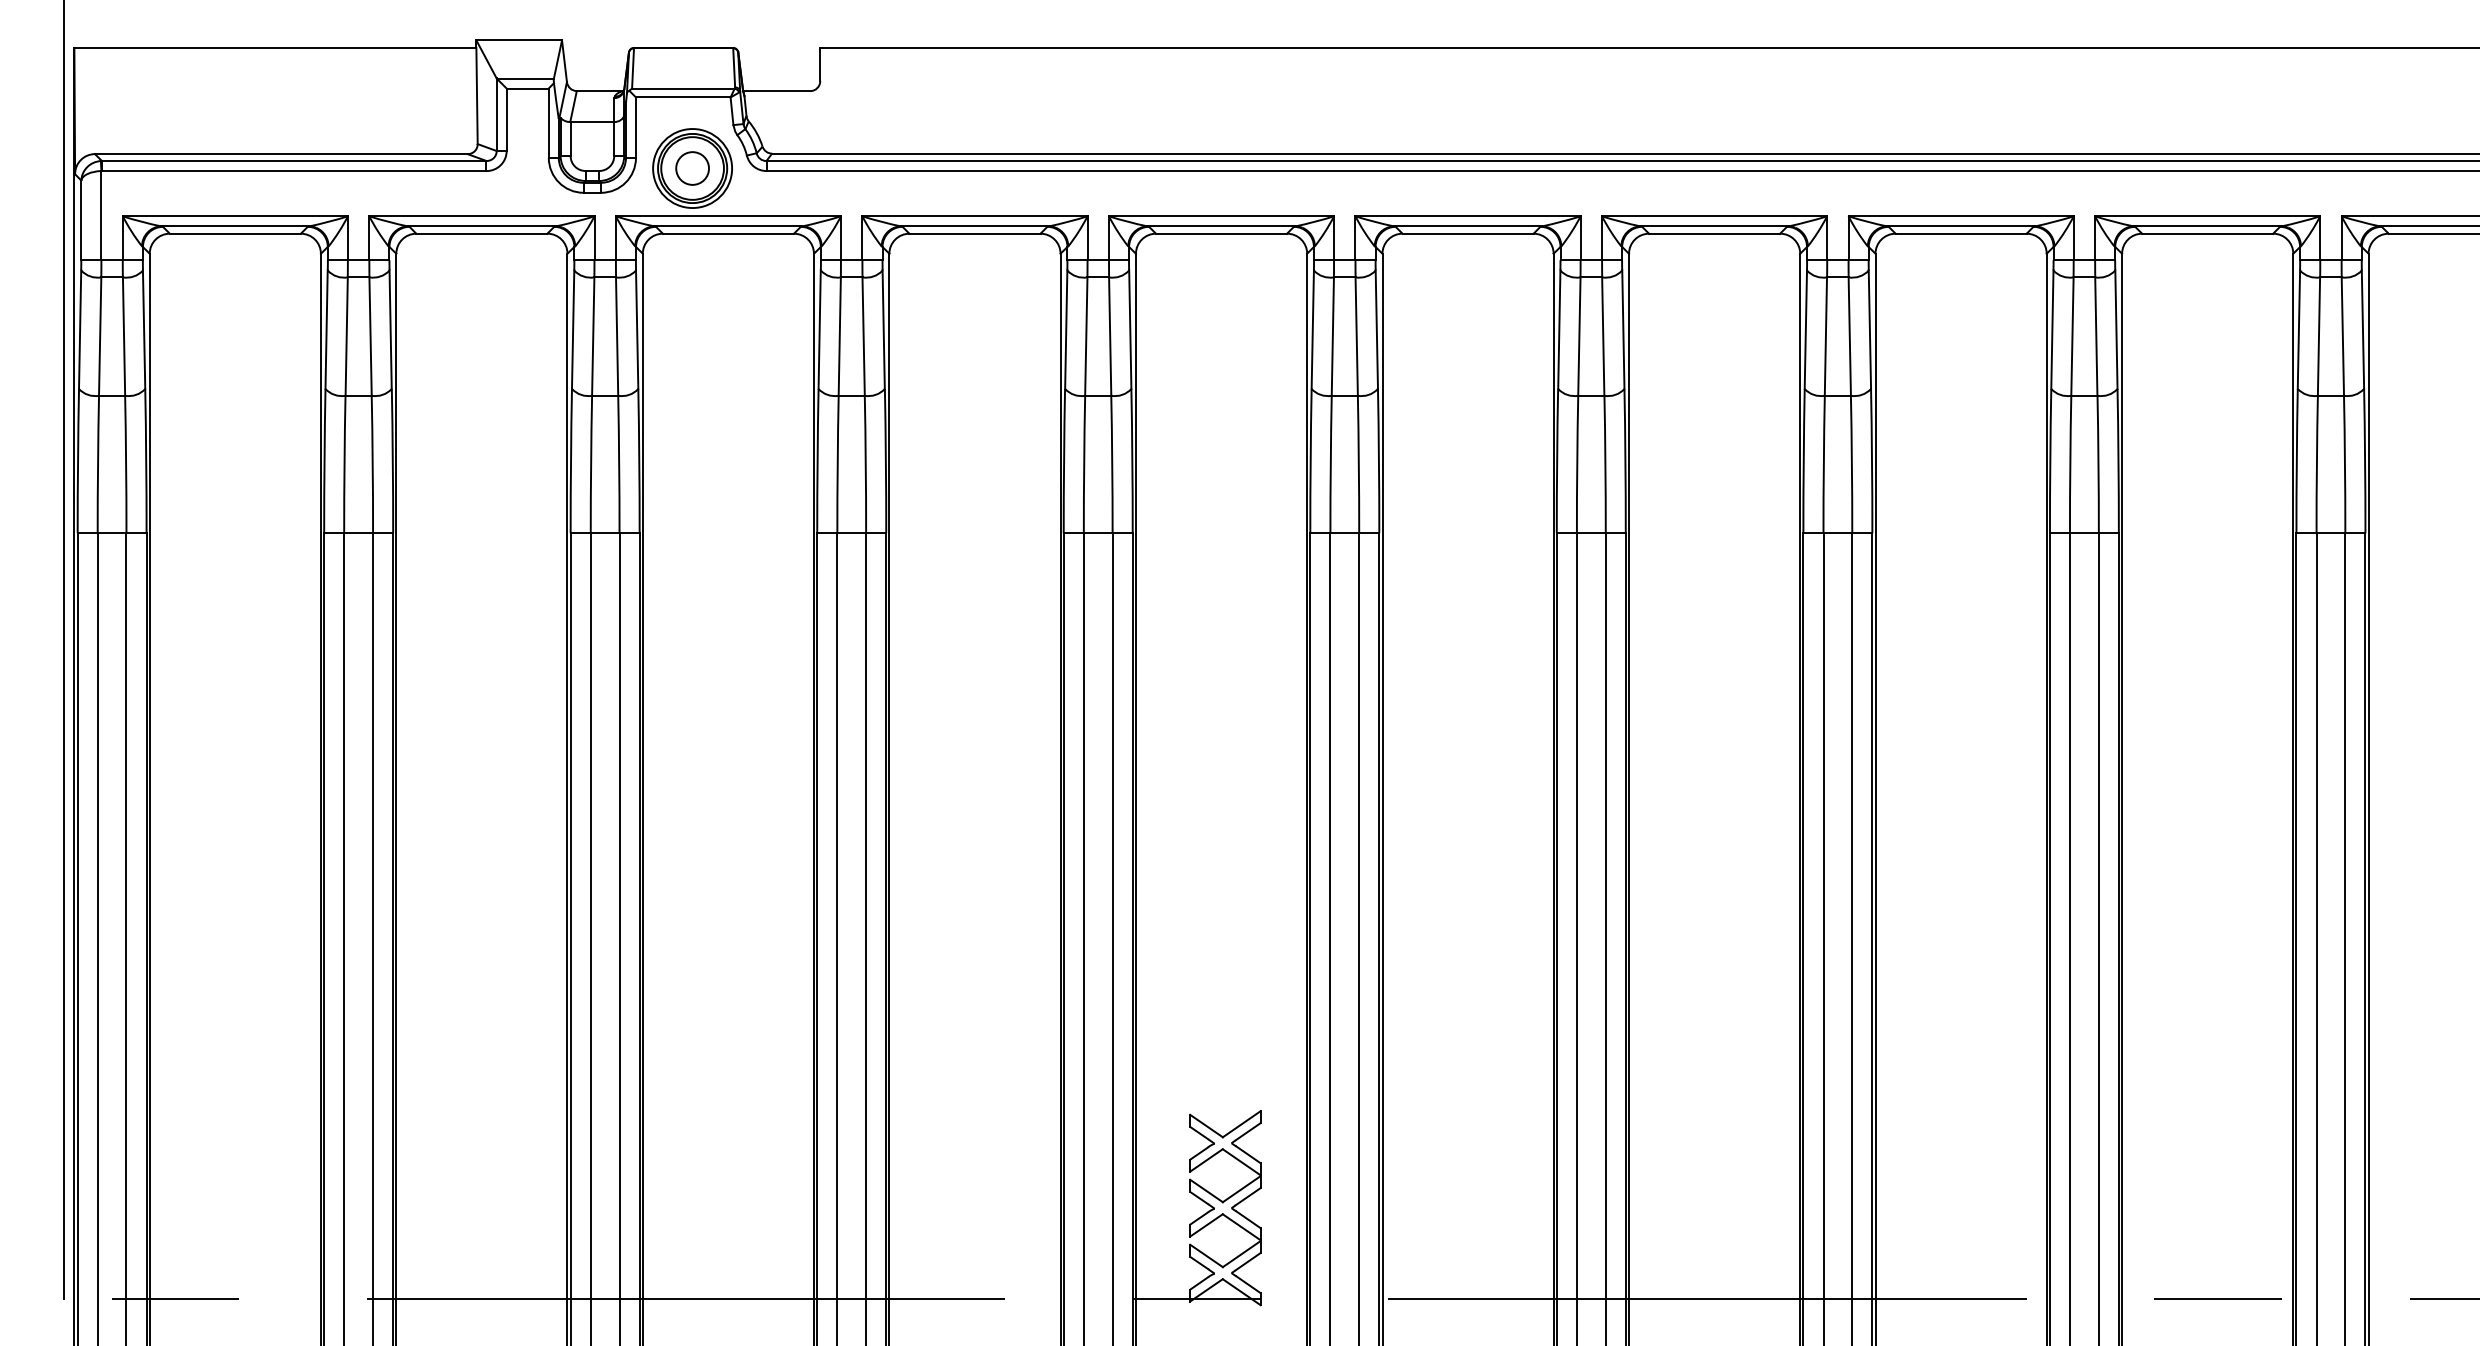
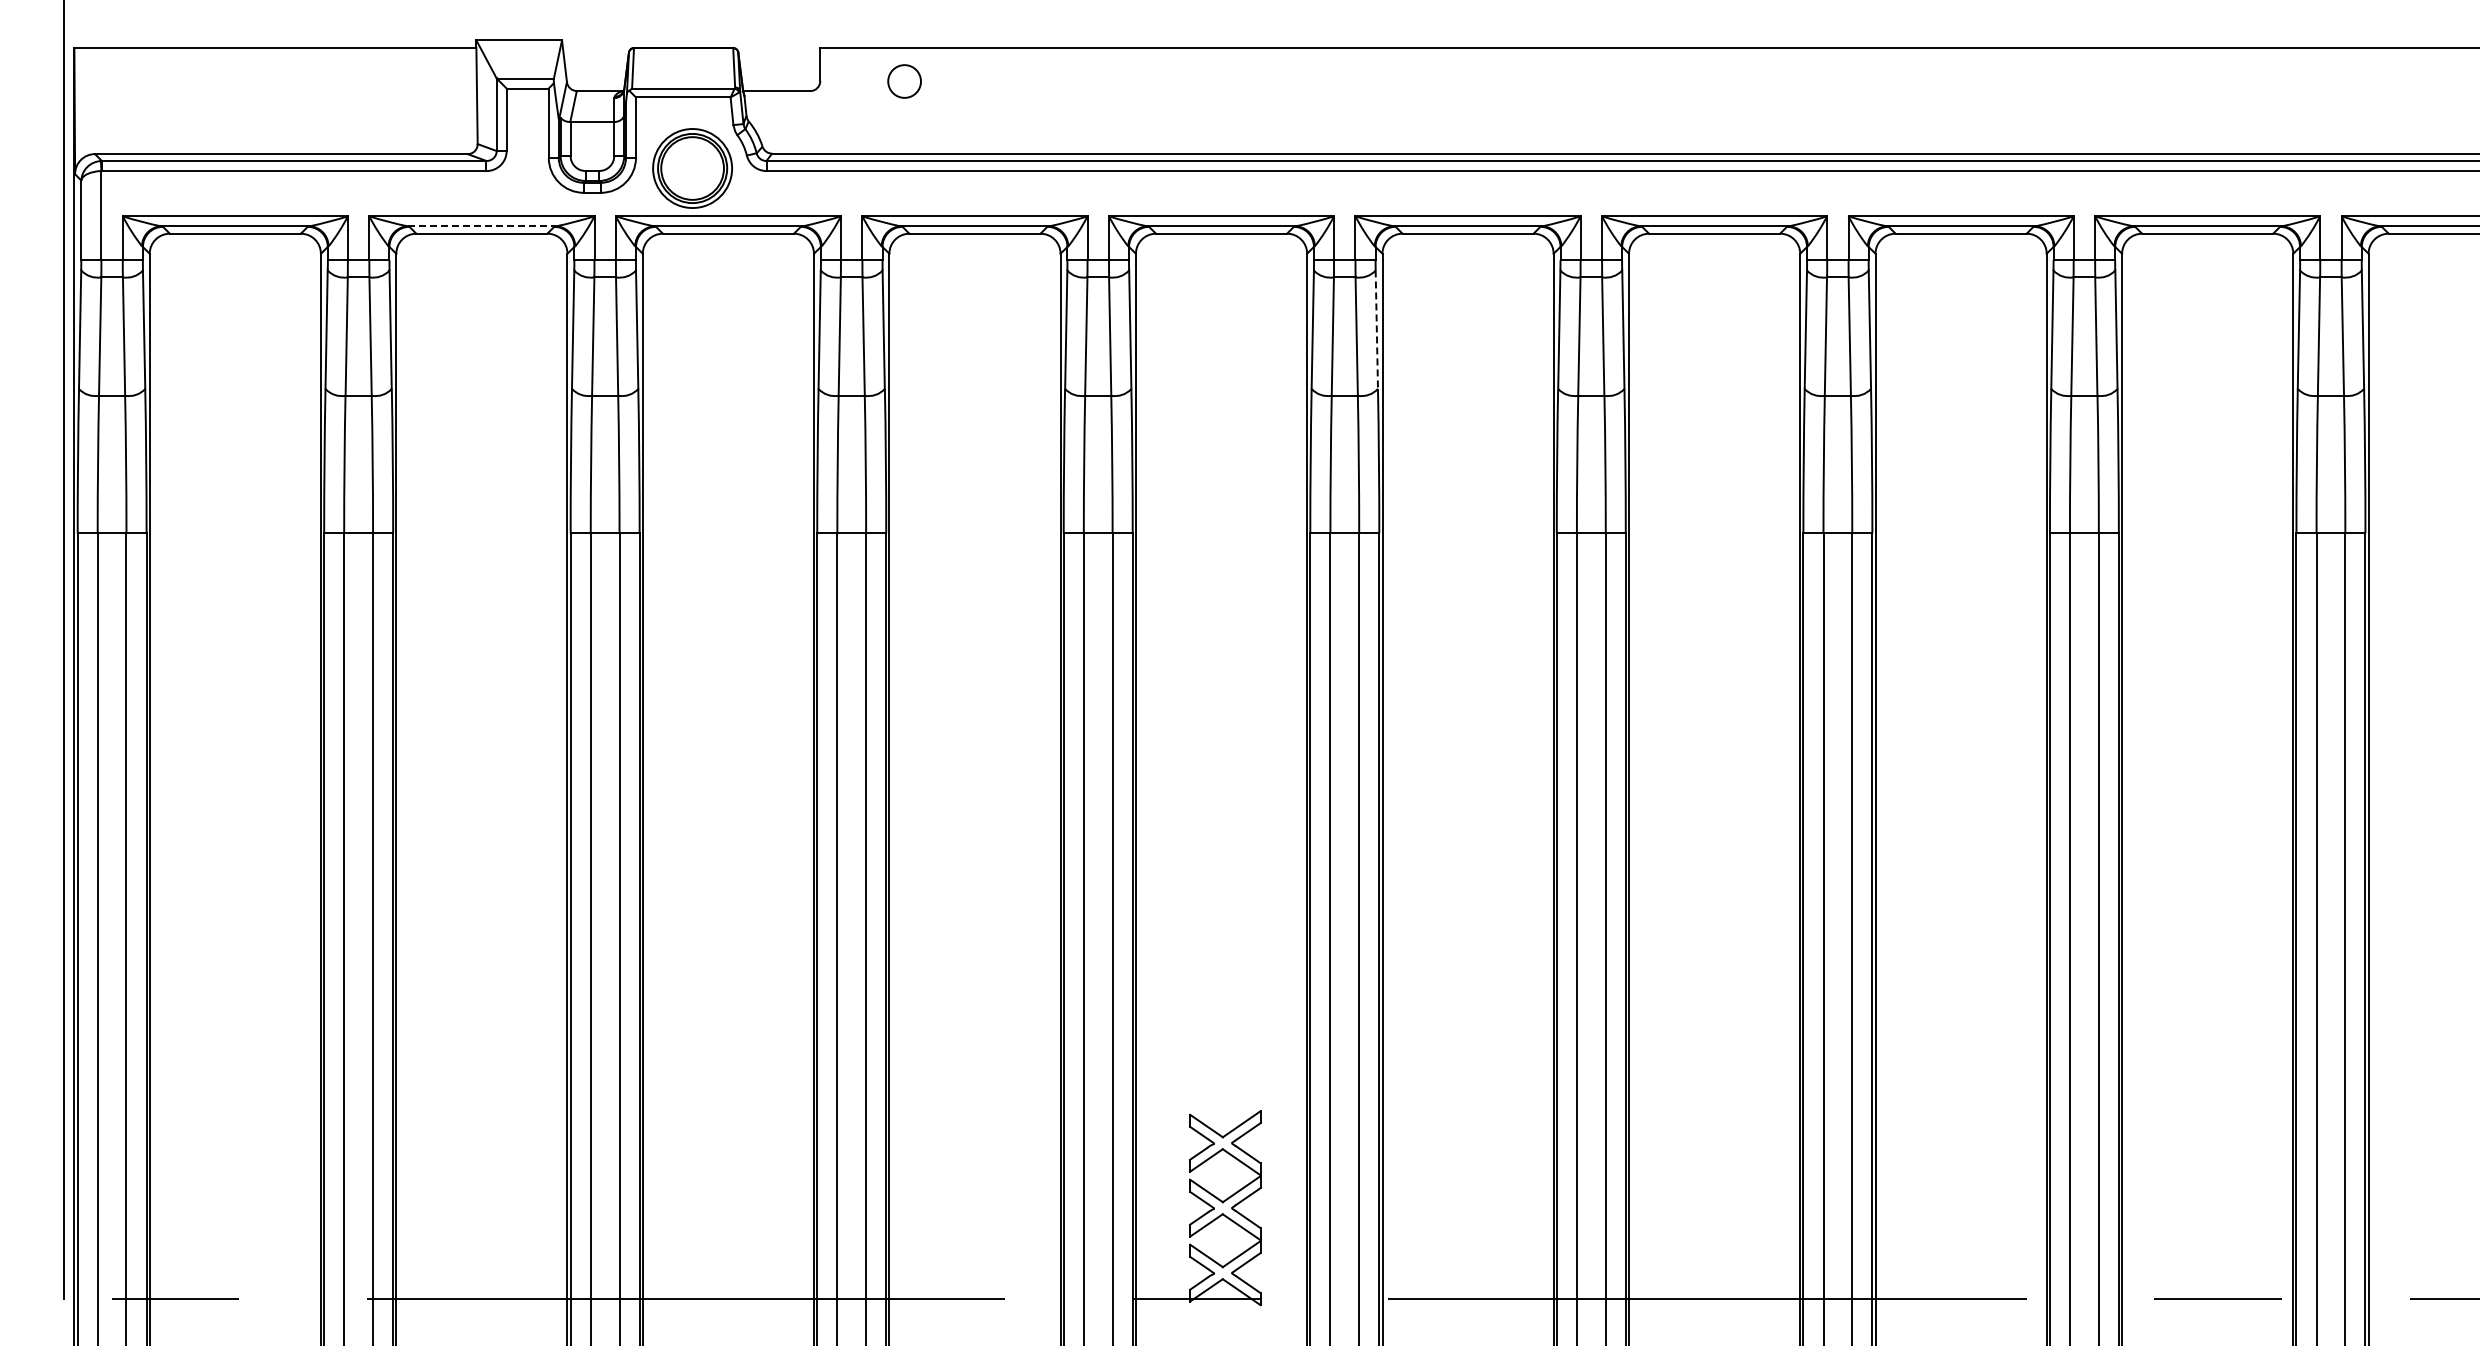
circle at (692, 168) position: (692, 168) -> (904, 81)
line at (482, 226): solid -> dashed
line at (1376, 330): solid -> dashed
